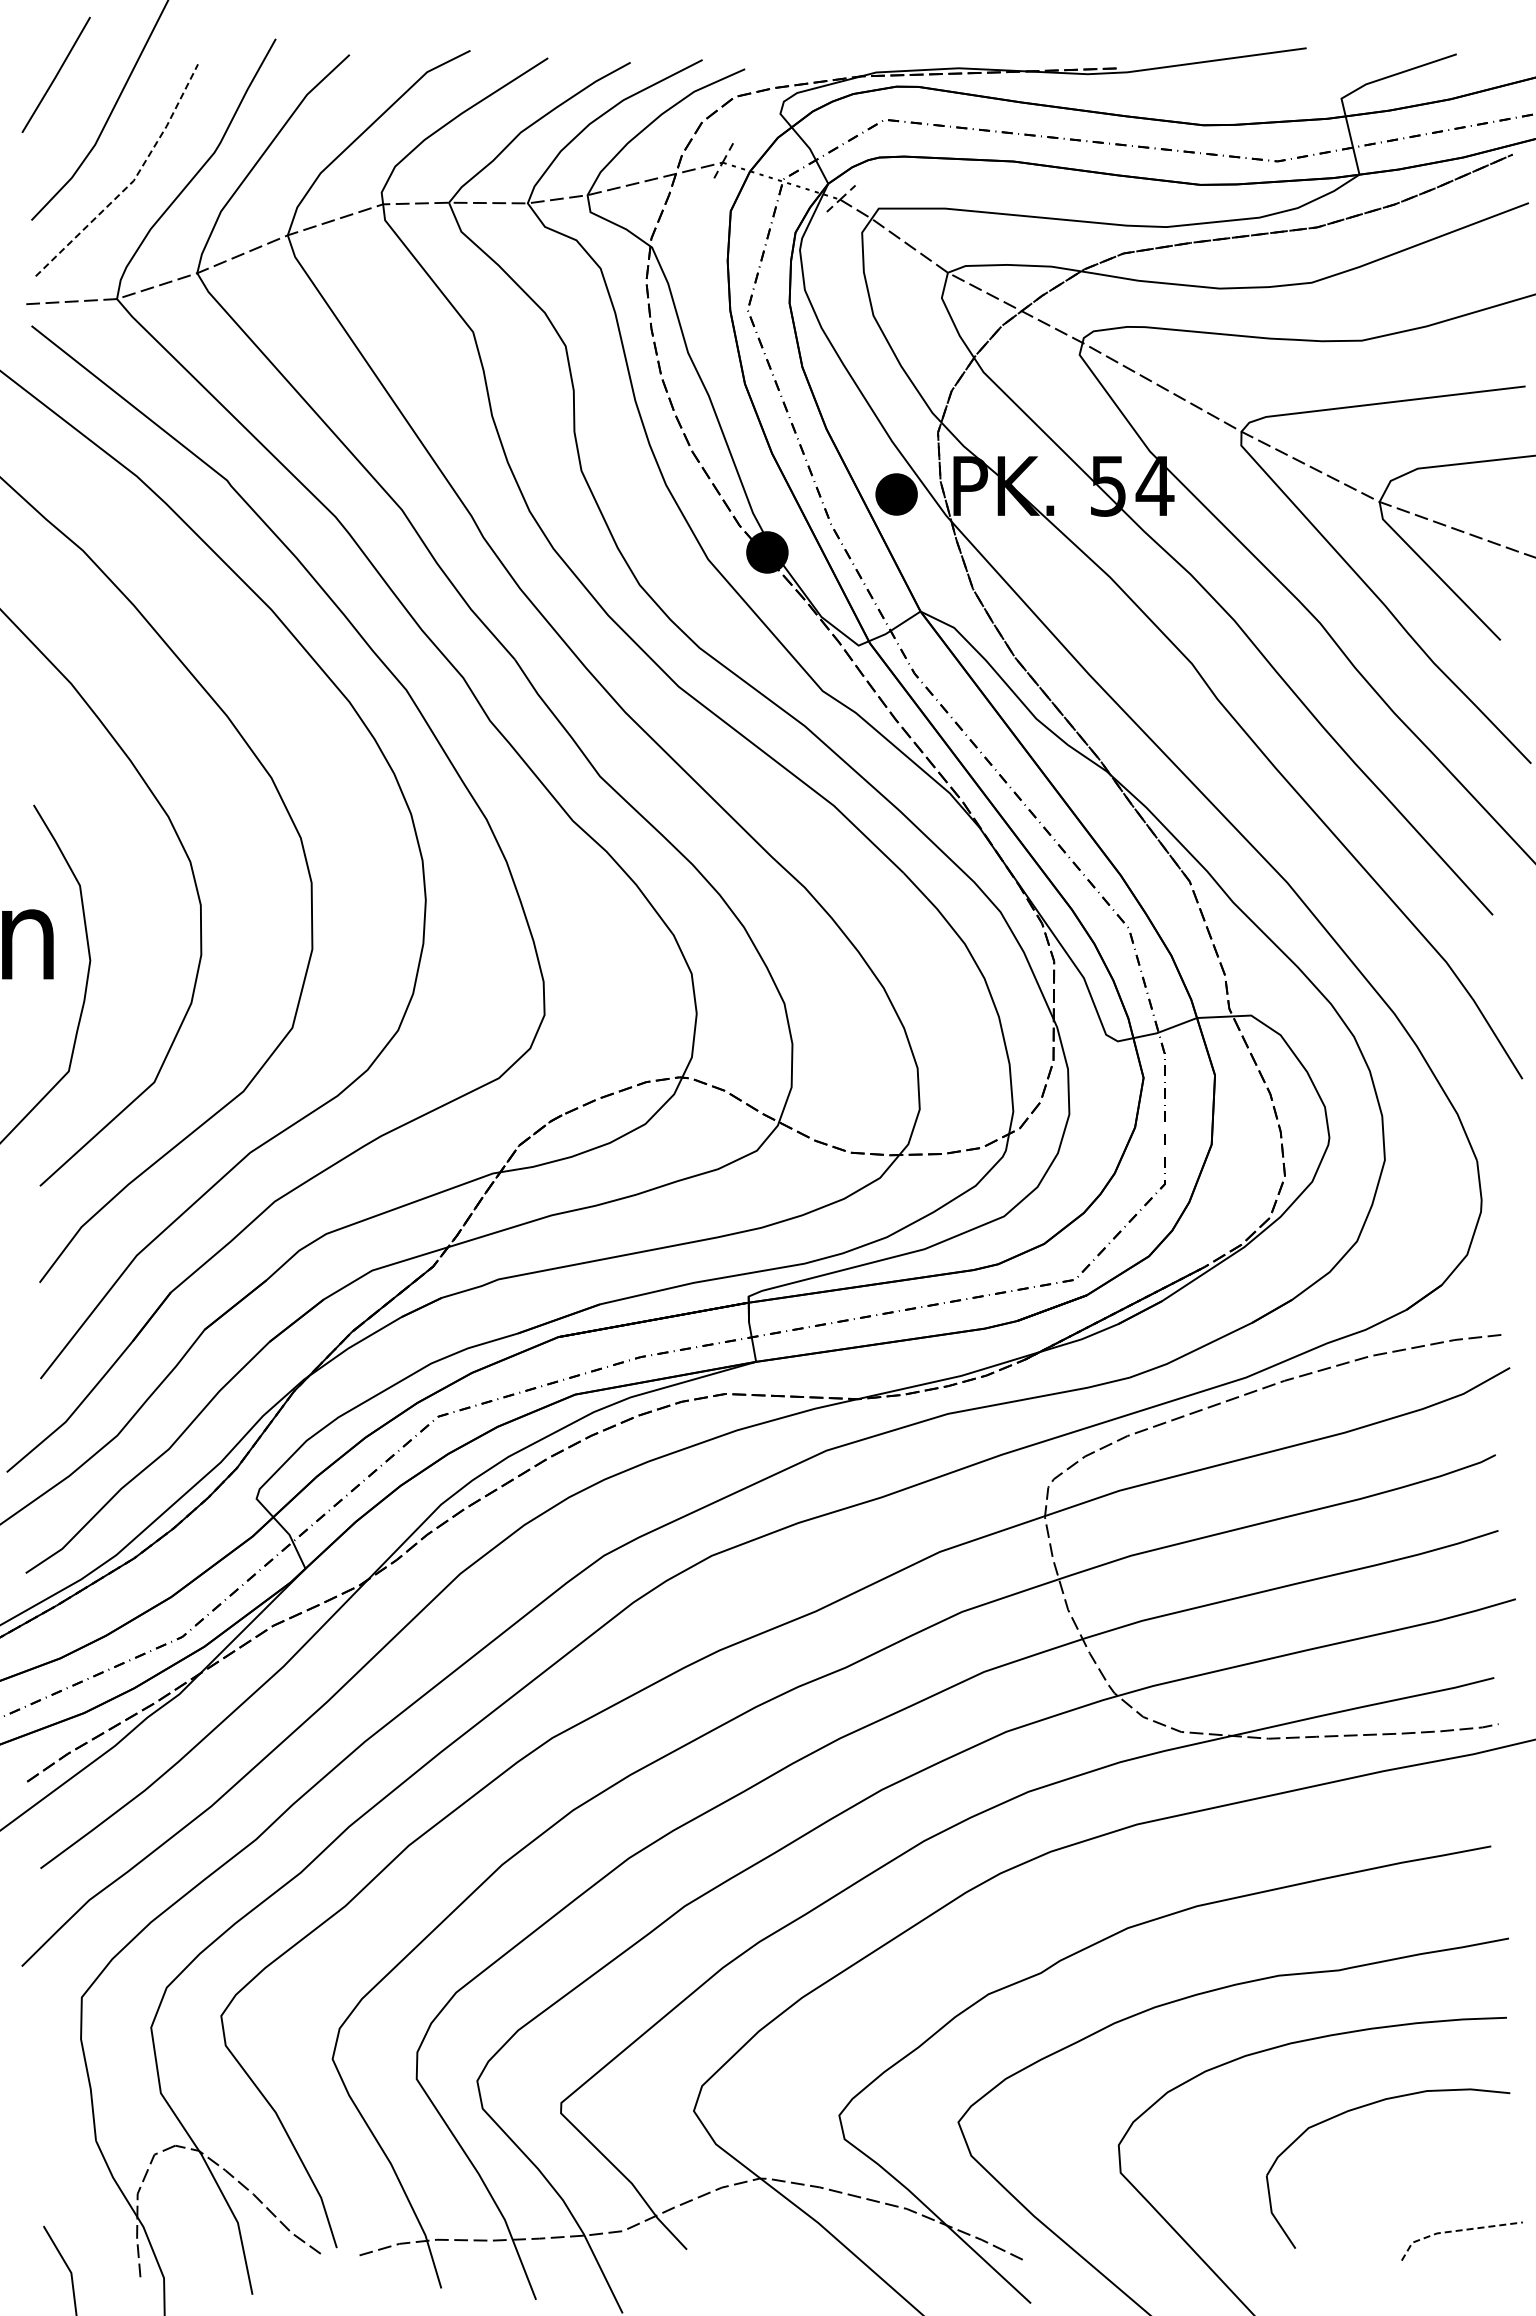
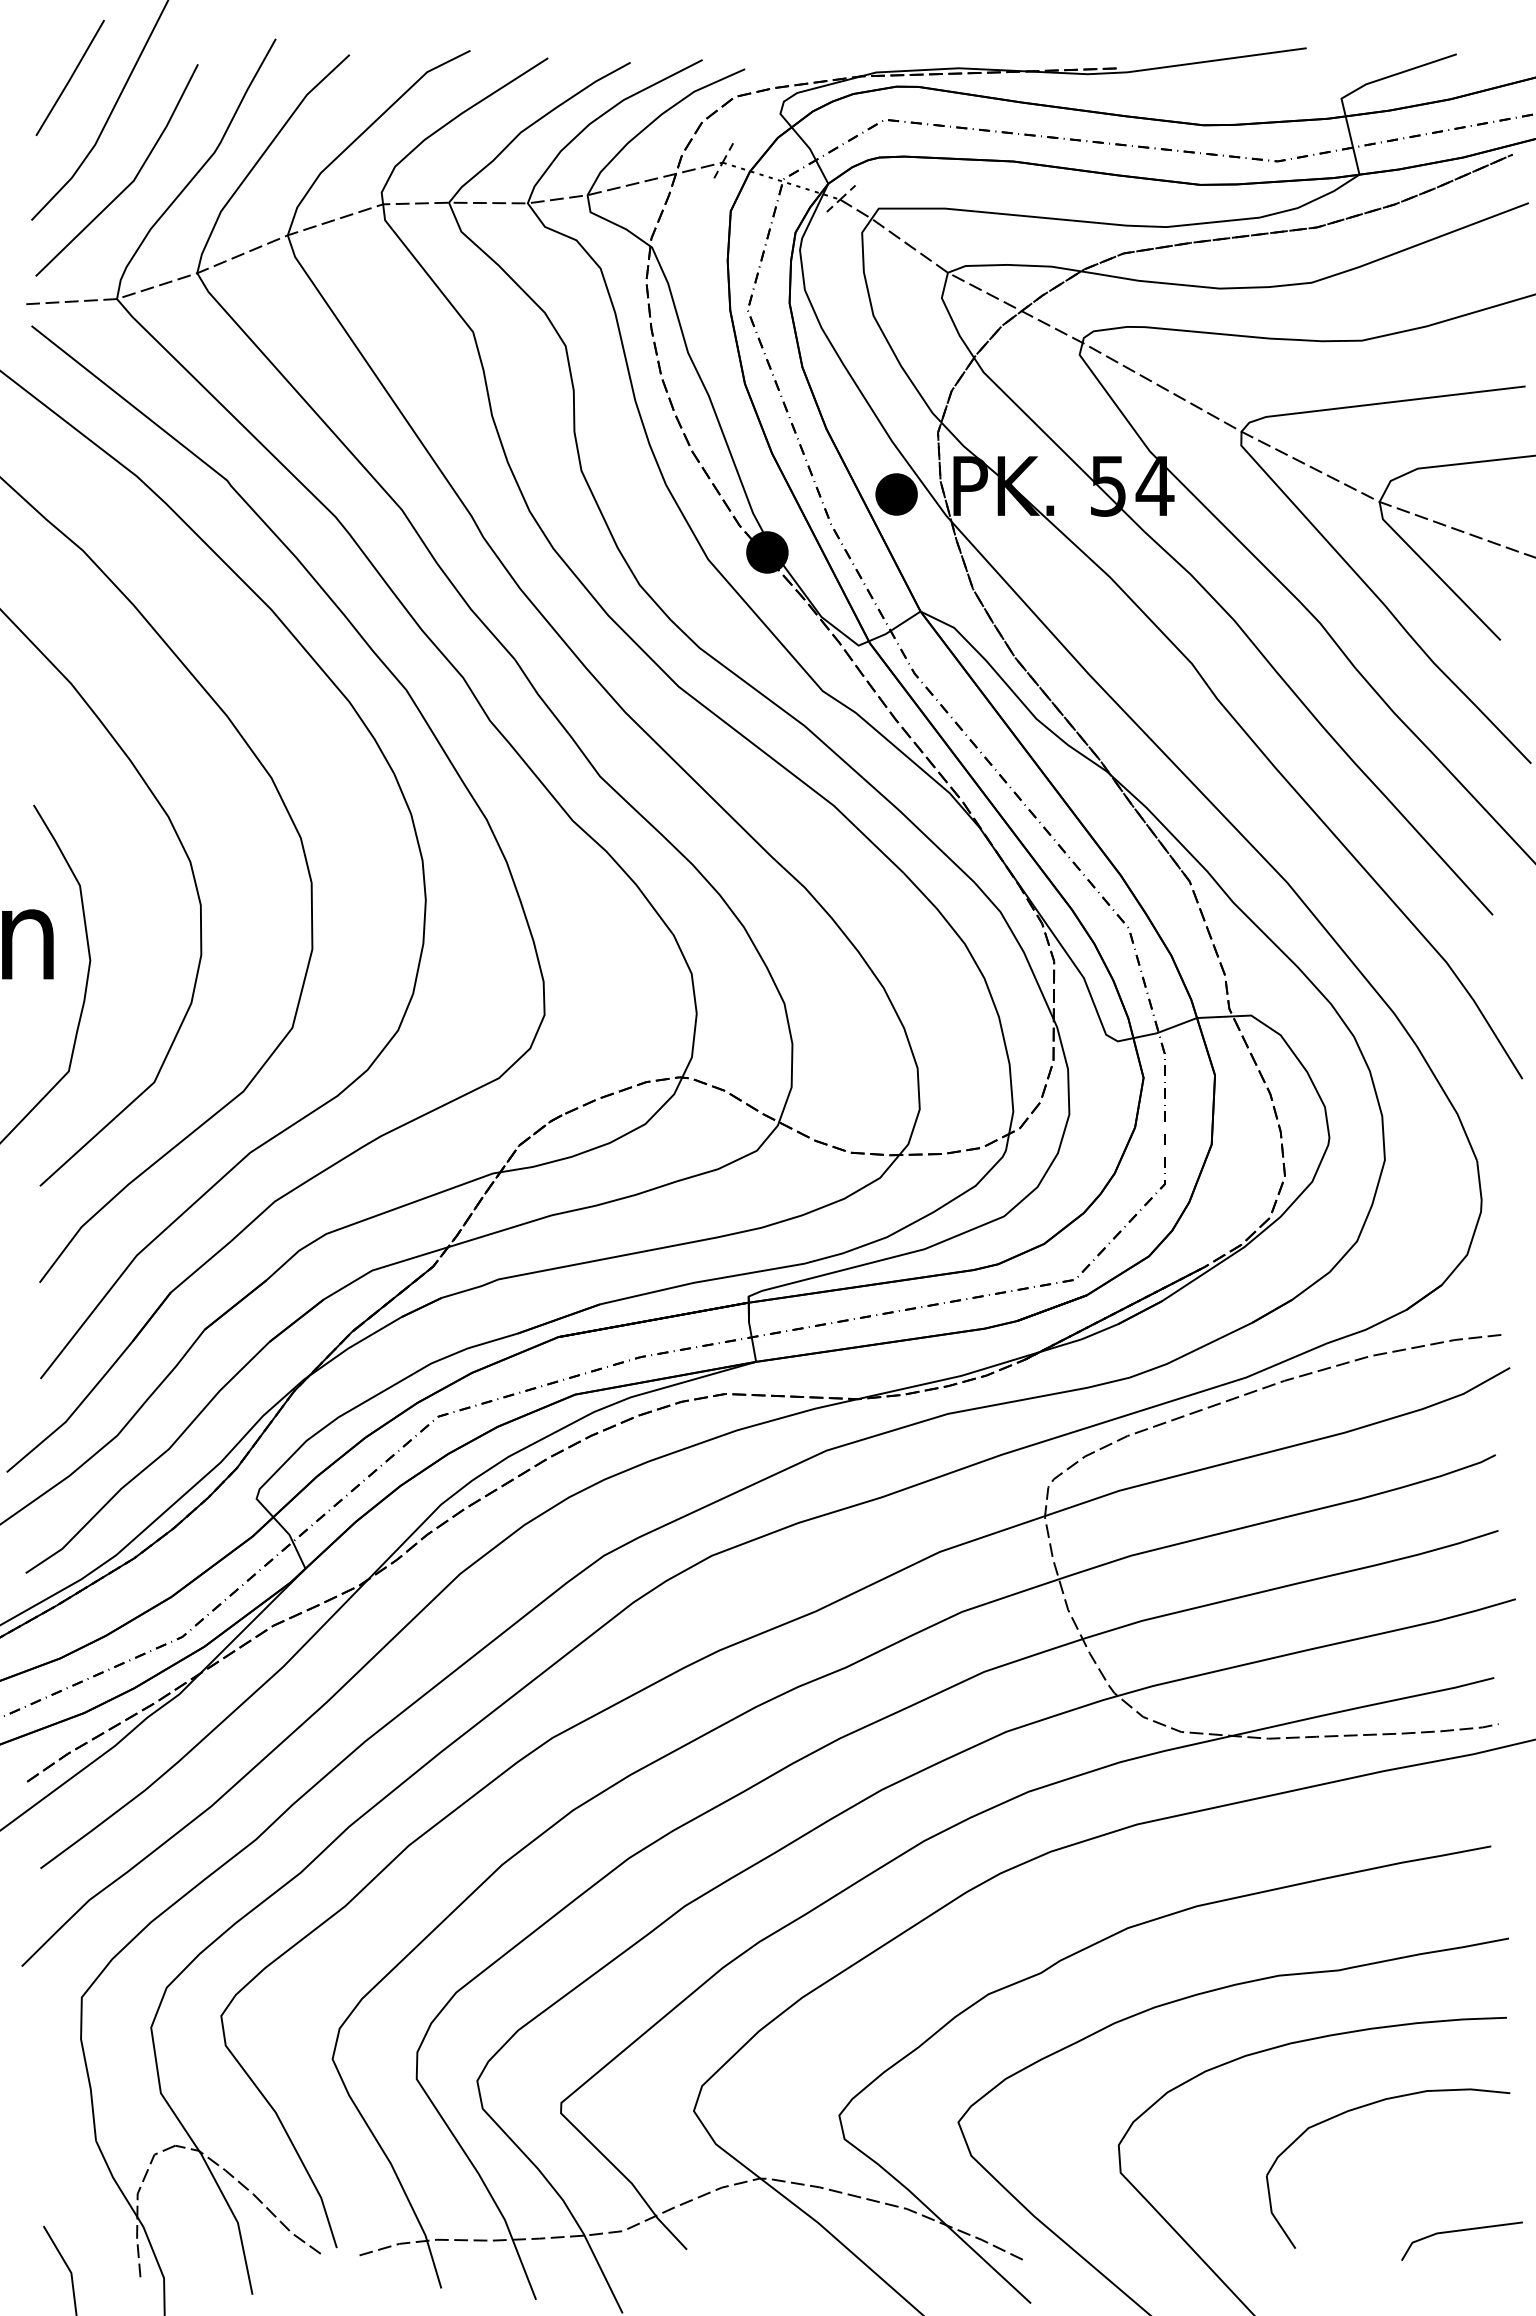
line at (56, 74) position: (56, 74) -> (70, 77)
line at (133, 180): dashed -> solid
line at (1455, 2231): dashed -> solid
